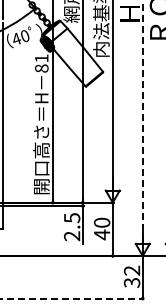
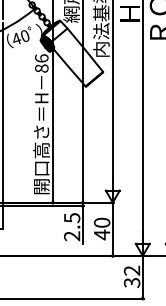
text at (41, 58): 81 -> 86
line at (142, 121): dashed -> solid
line at (72, 298): dashed -> solid
